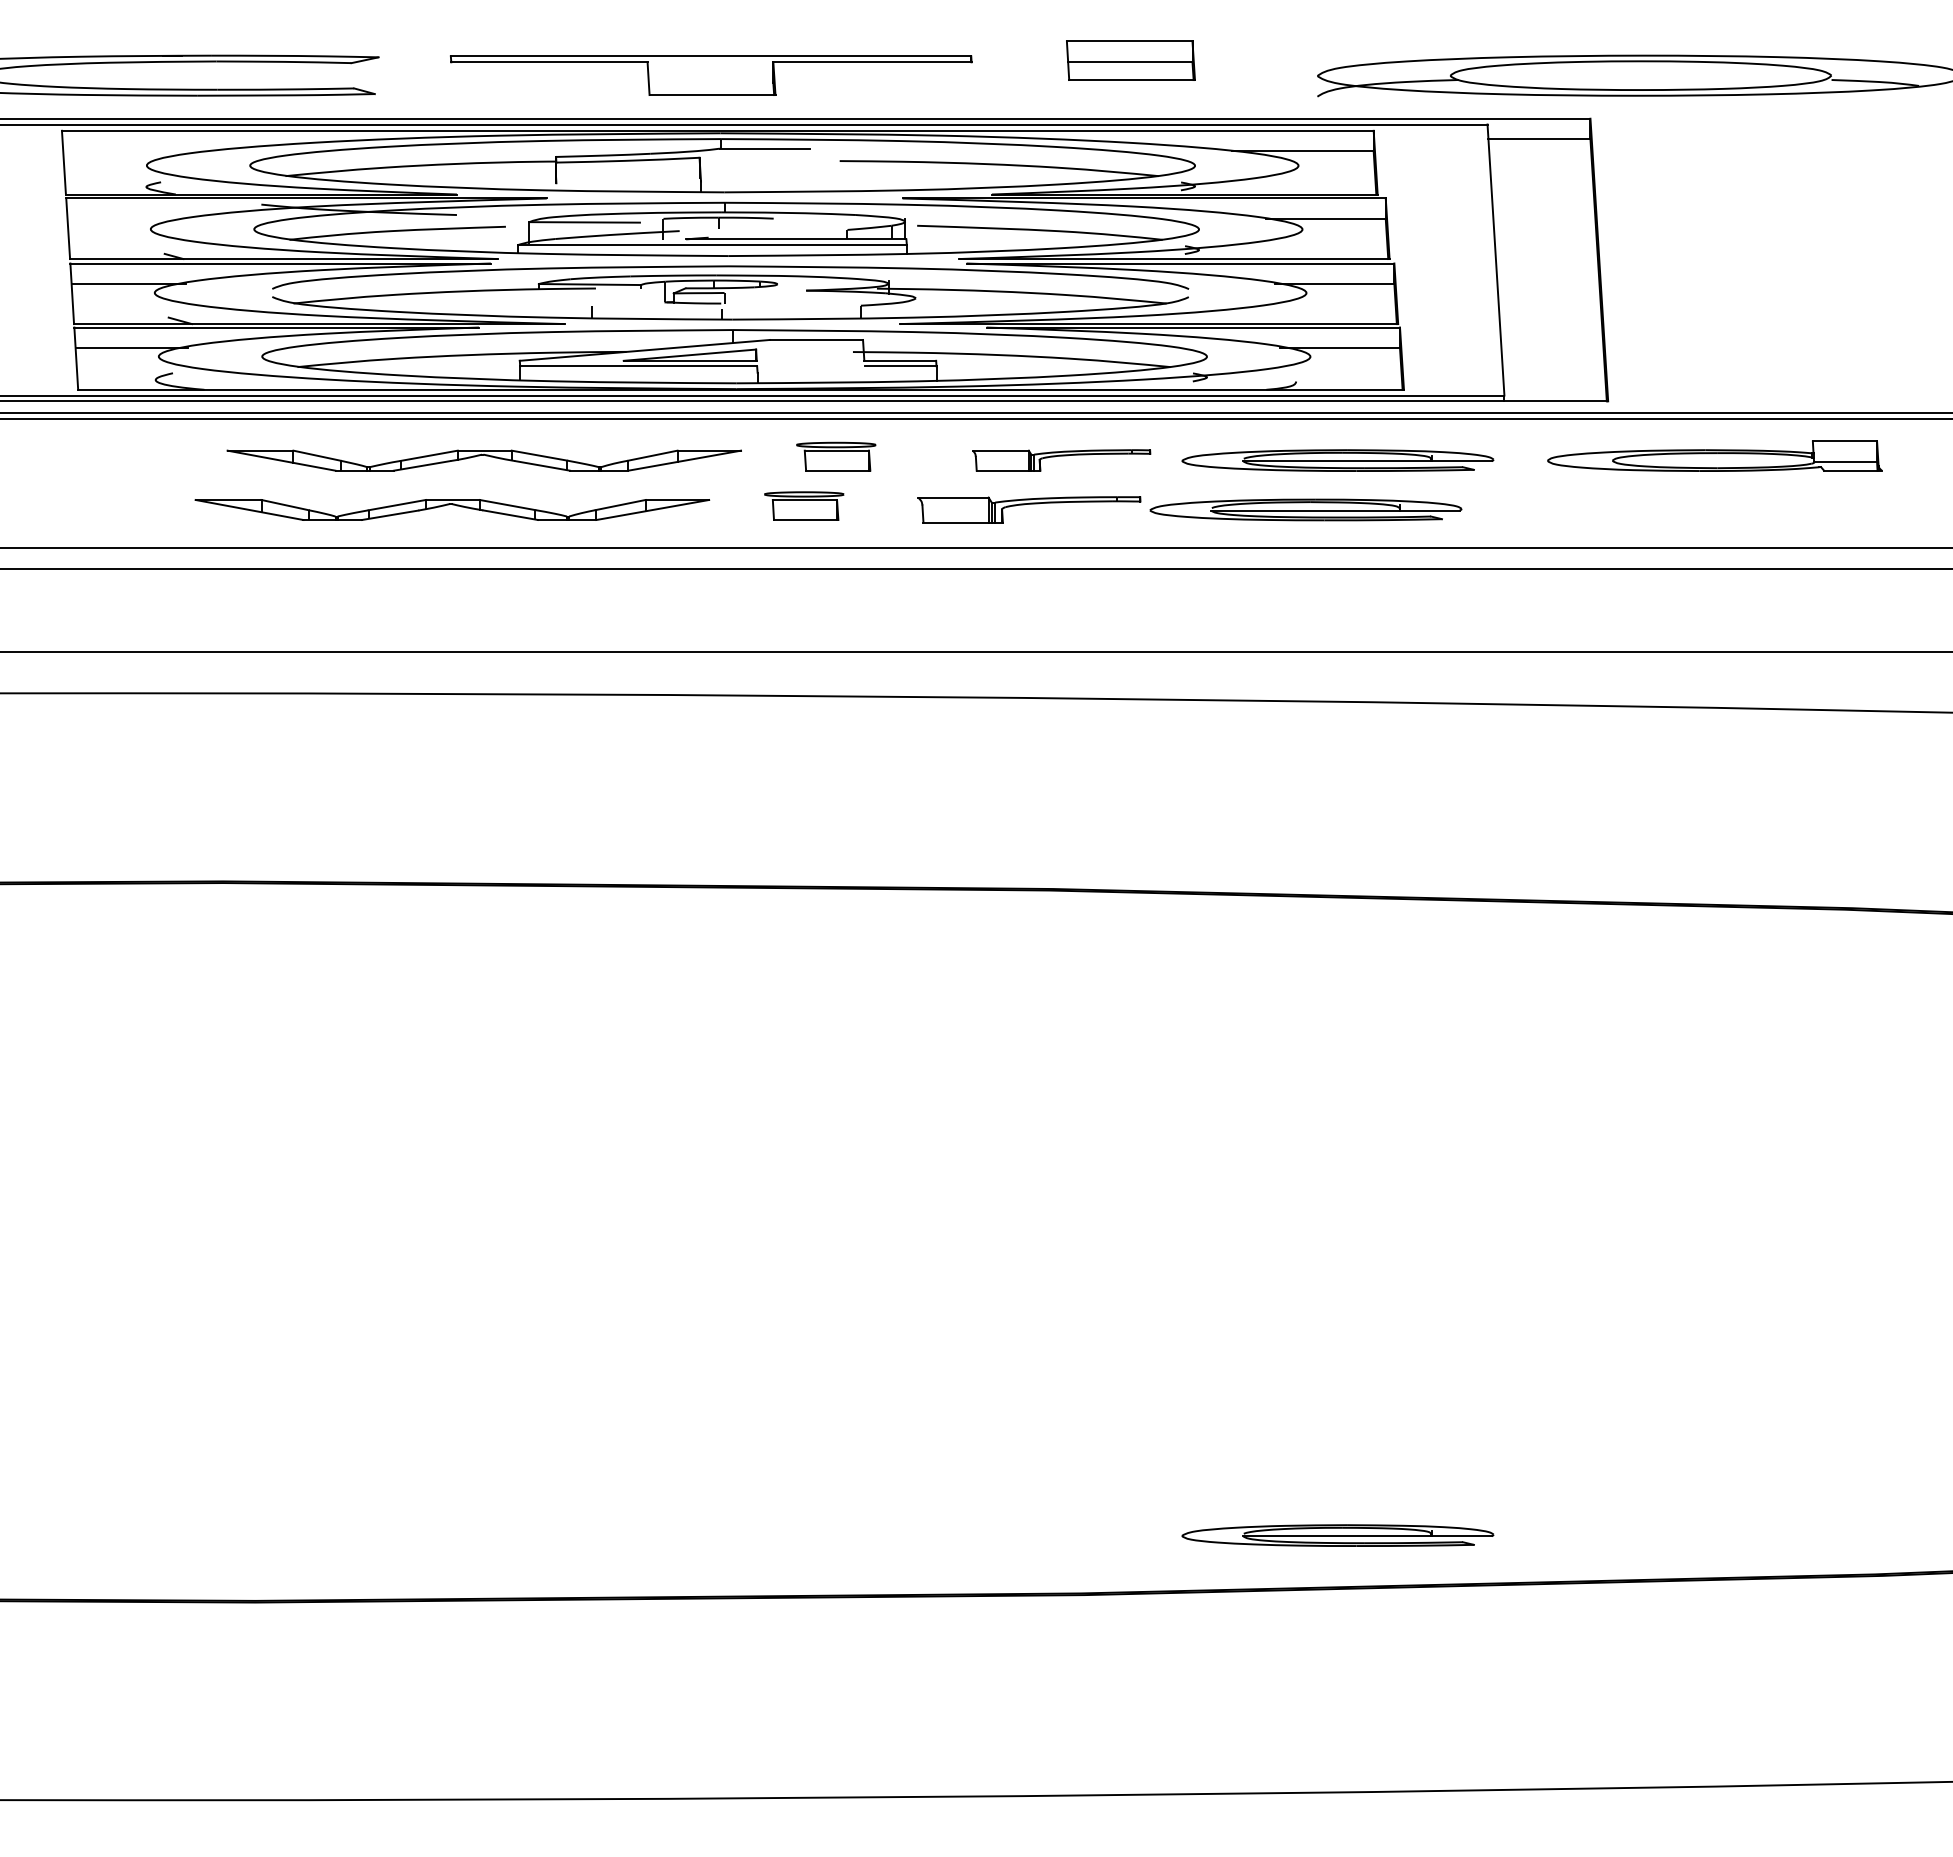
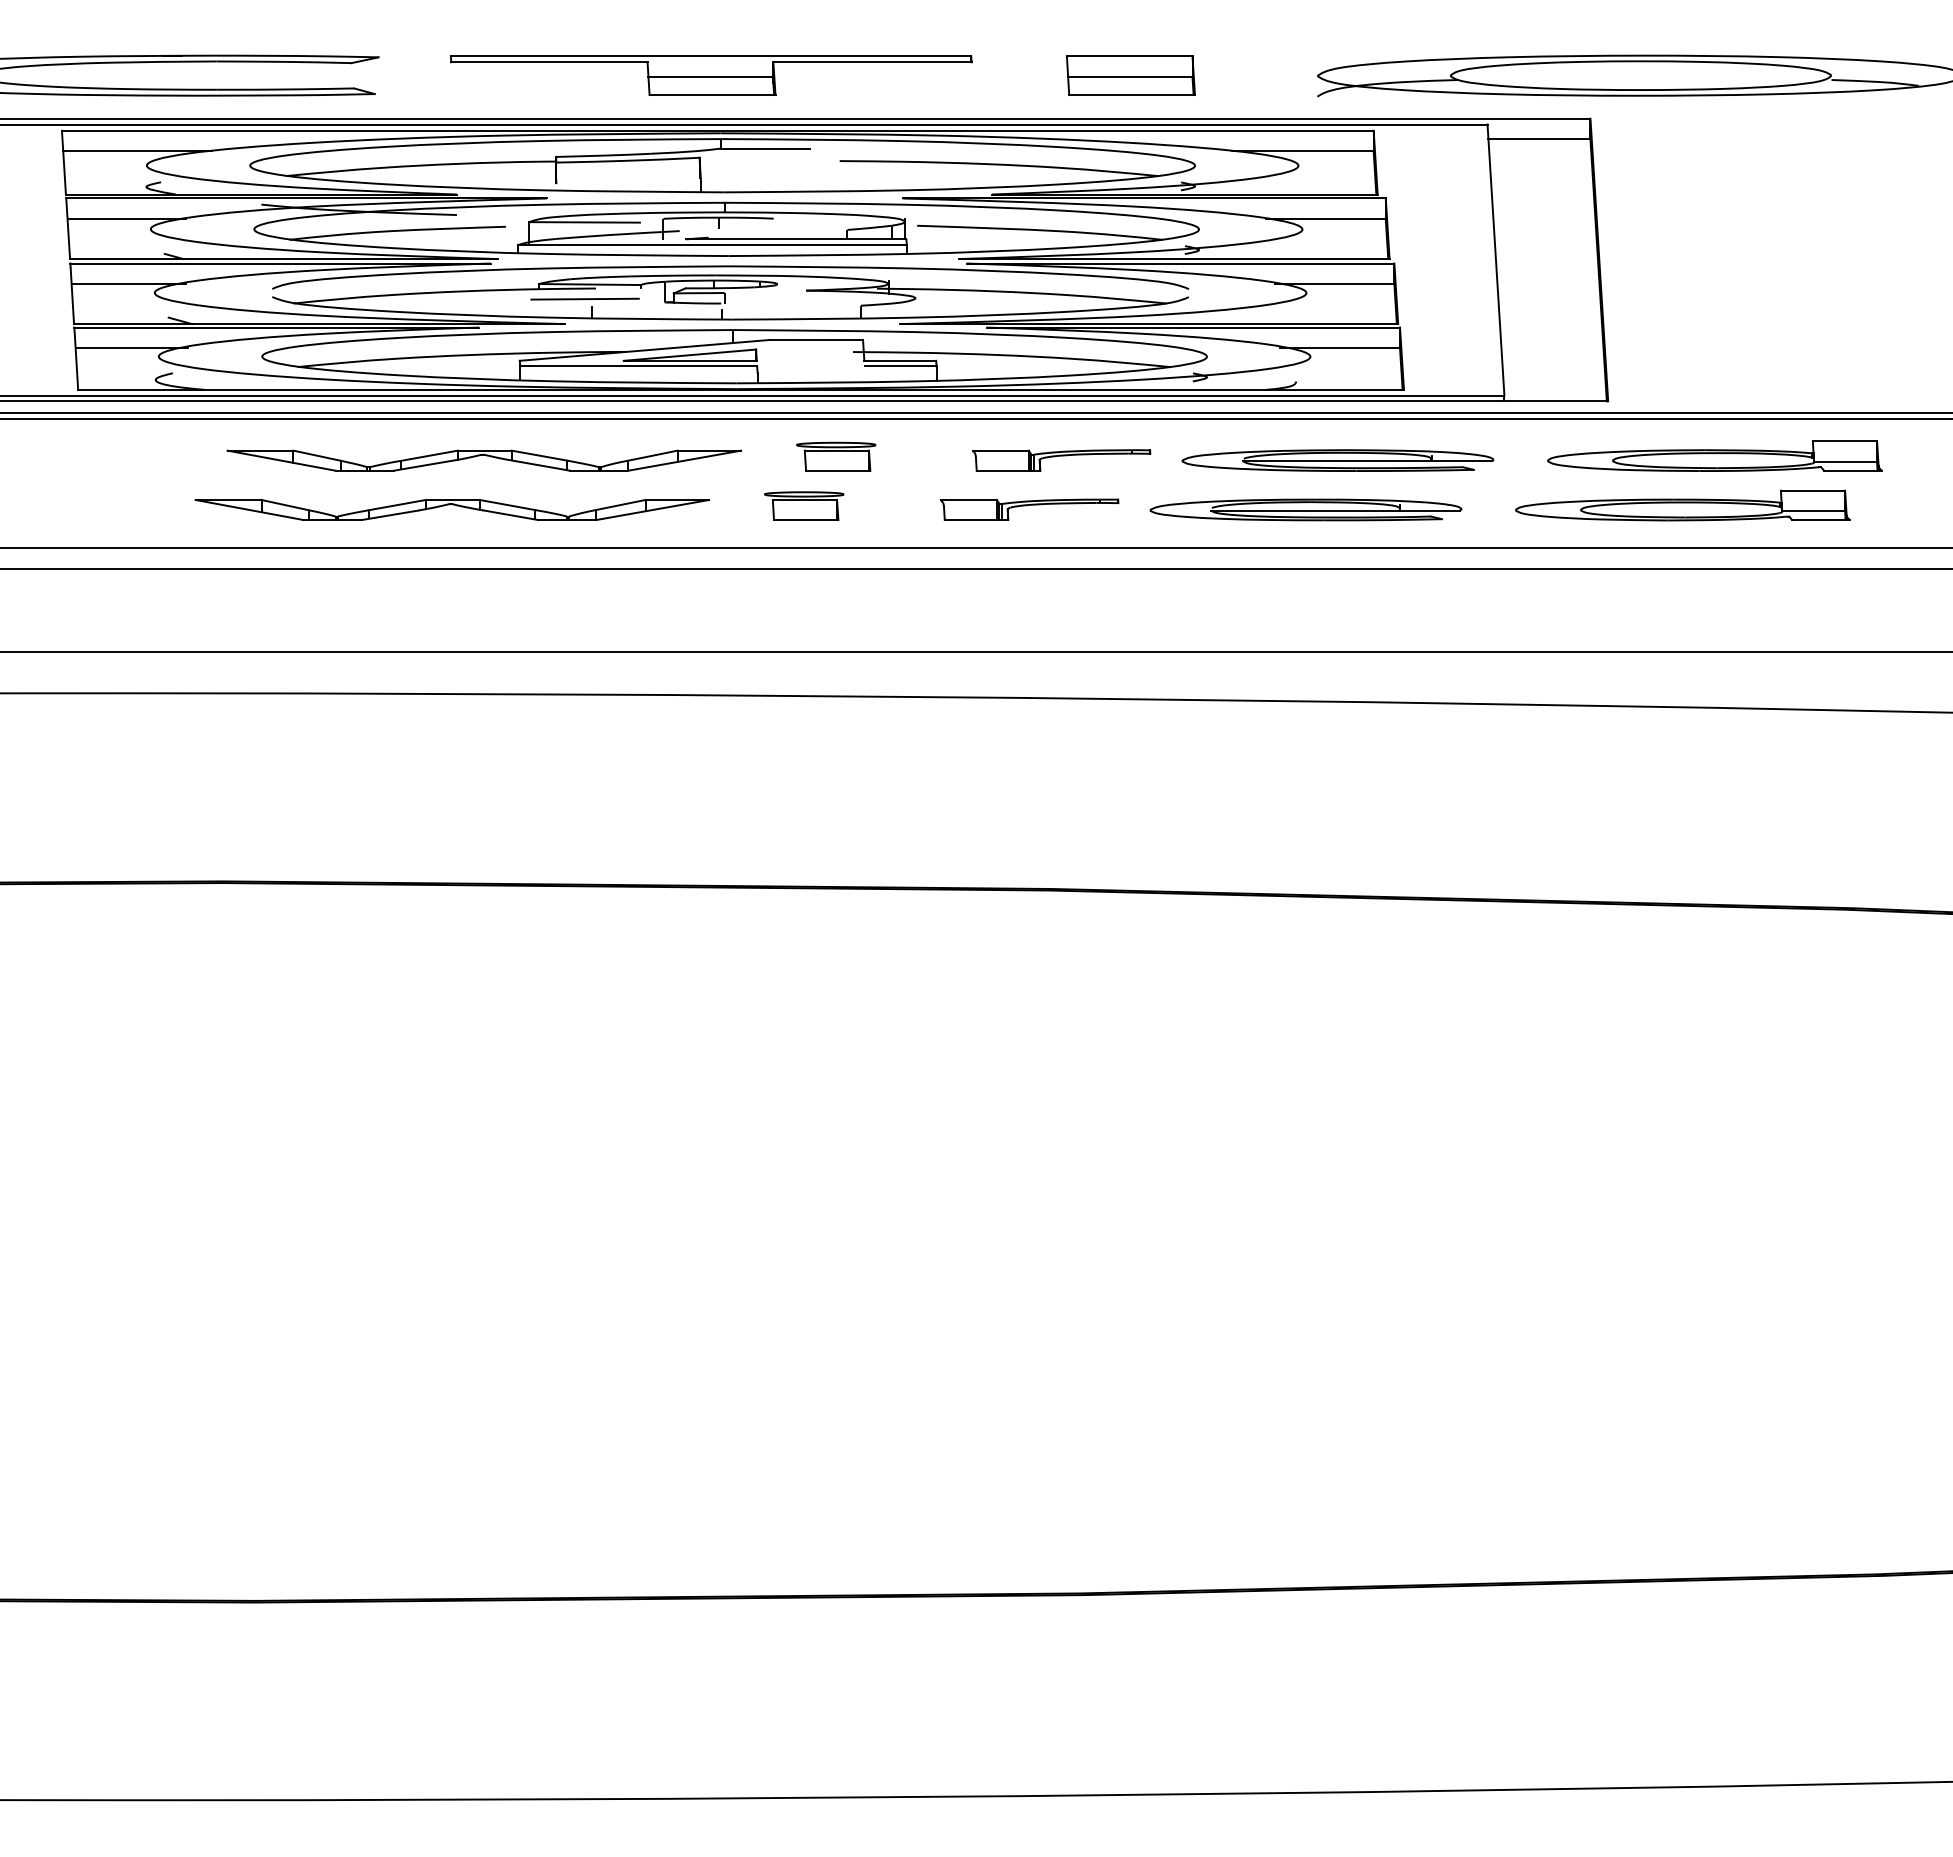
part at (1130, 60) position: (1130, 60) -> (1130, 75)
line at (710, 77): none -> present
line at (137, 151): none -> present
line at (126, 219): none -> present
line at (584, 298): none -> present
part at (1682, 505): none -> present
part at (1029, 509) size: 225x28 px -> 180x23 px
part at (1337, 1535): present -> none
